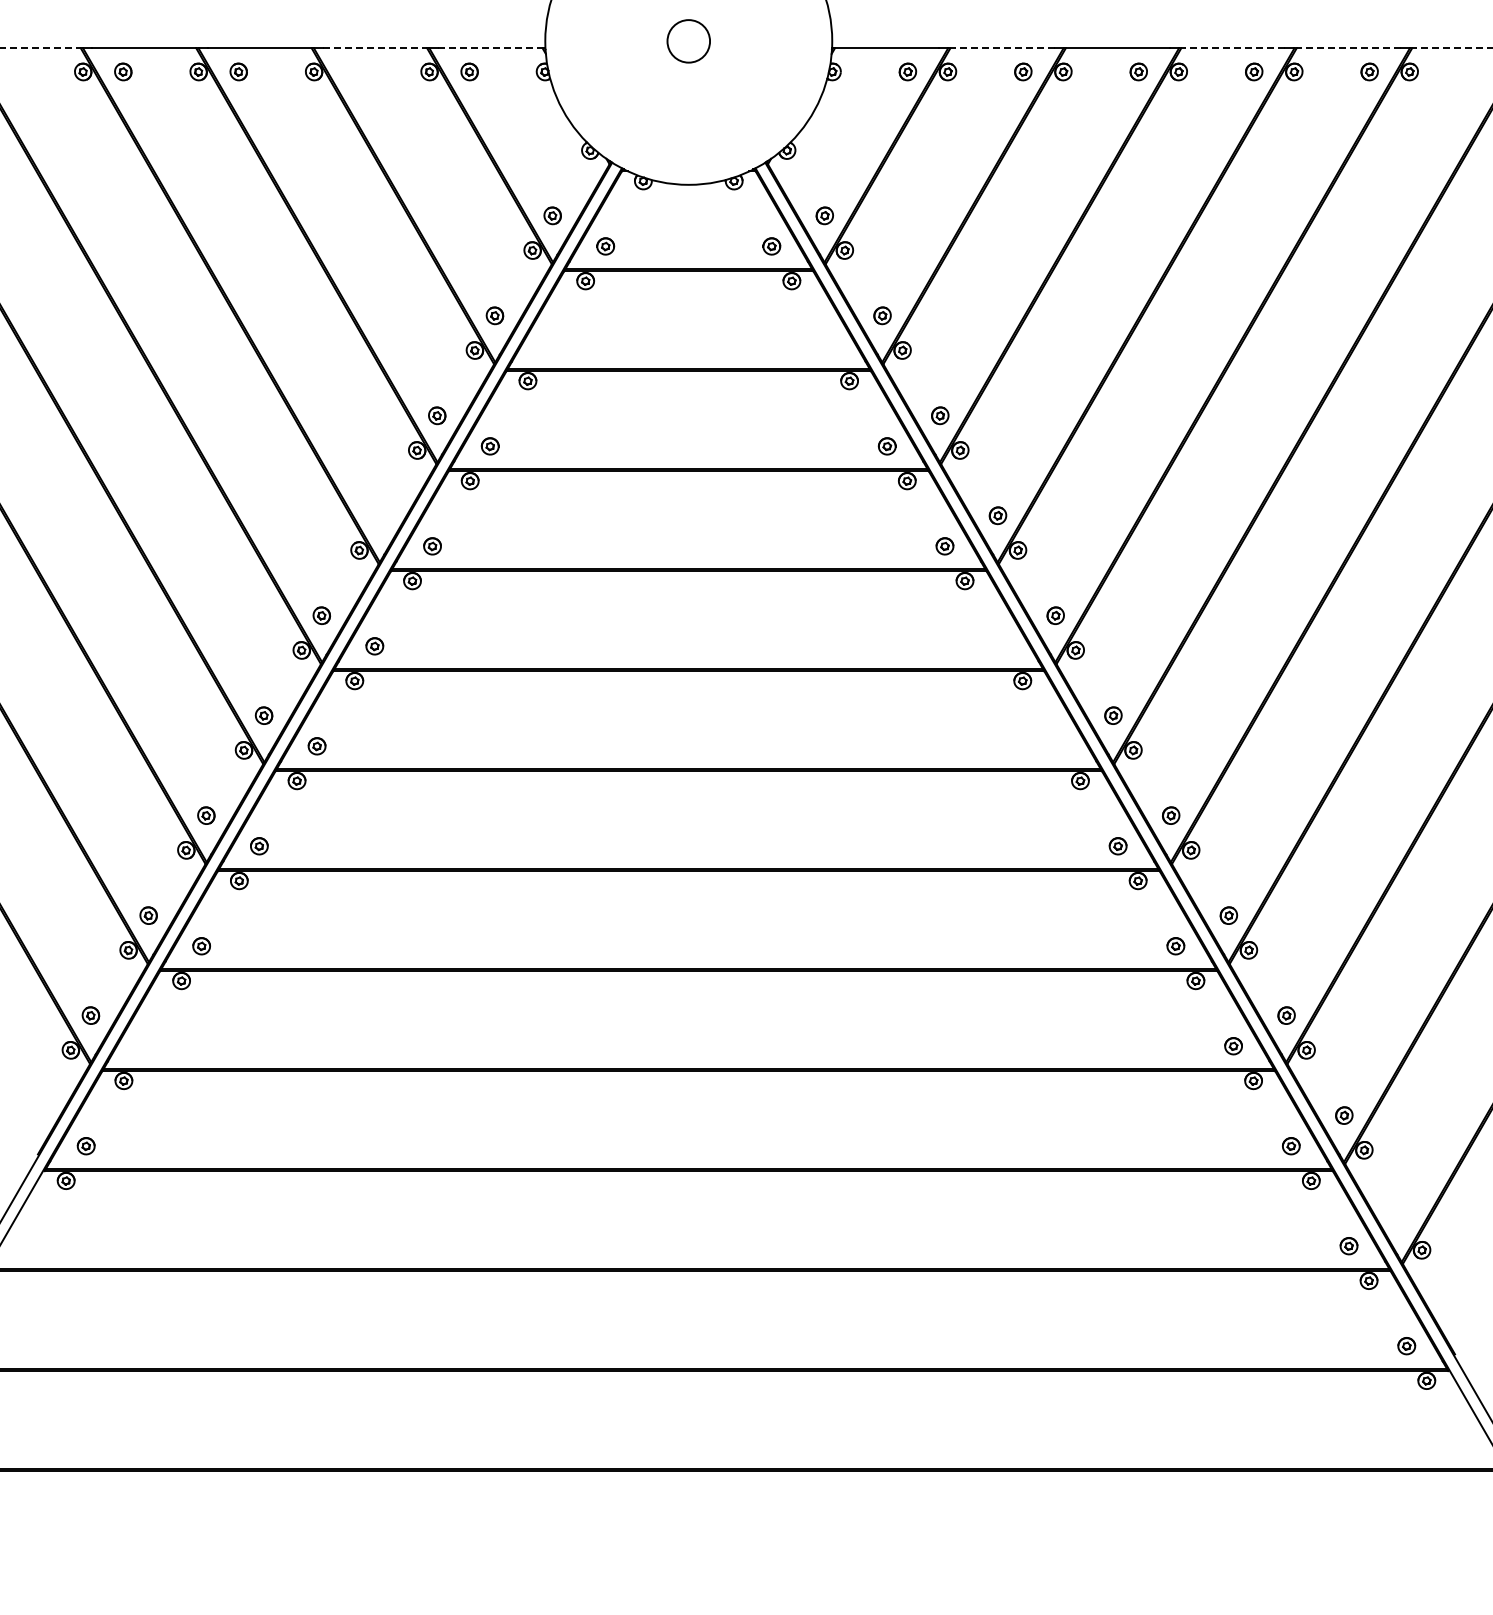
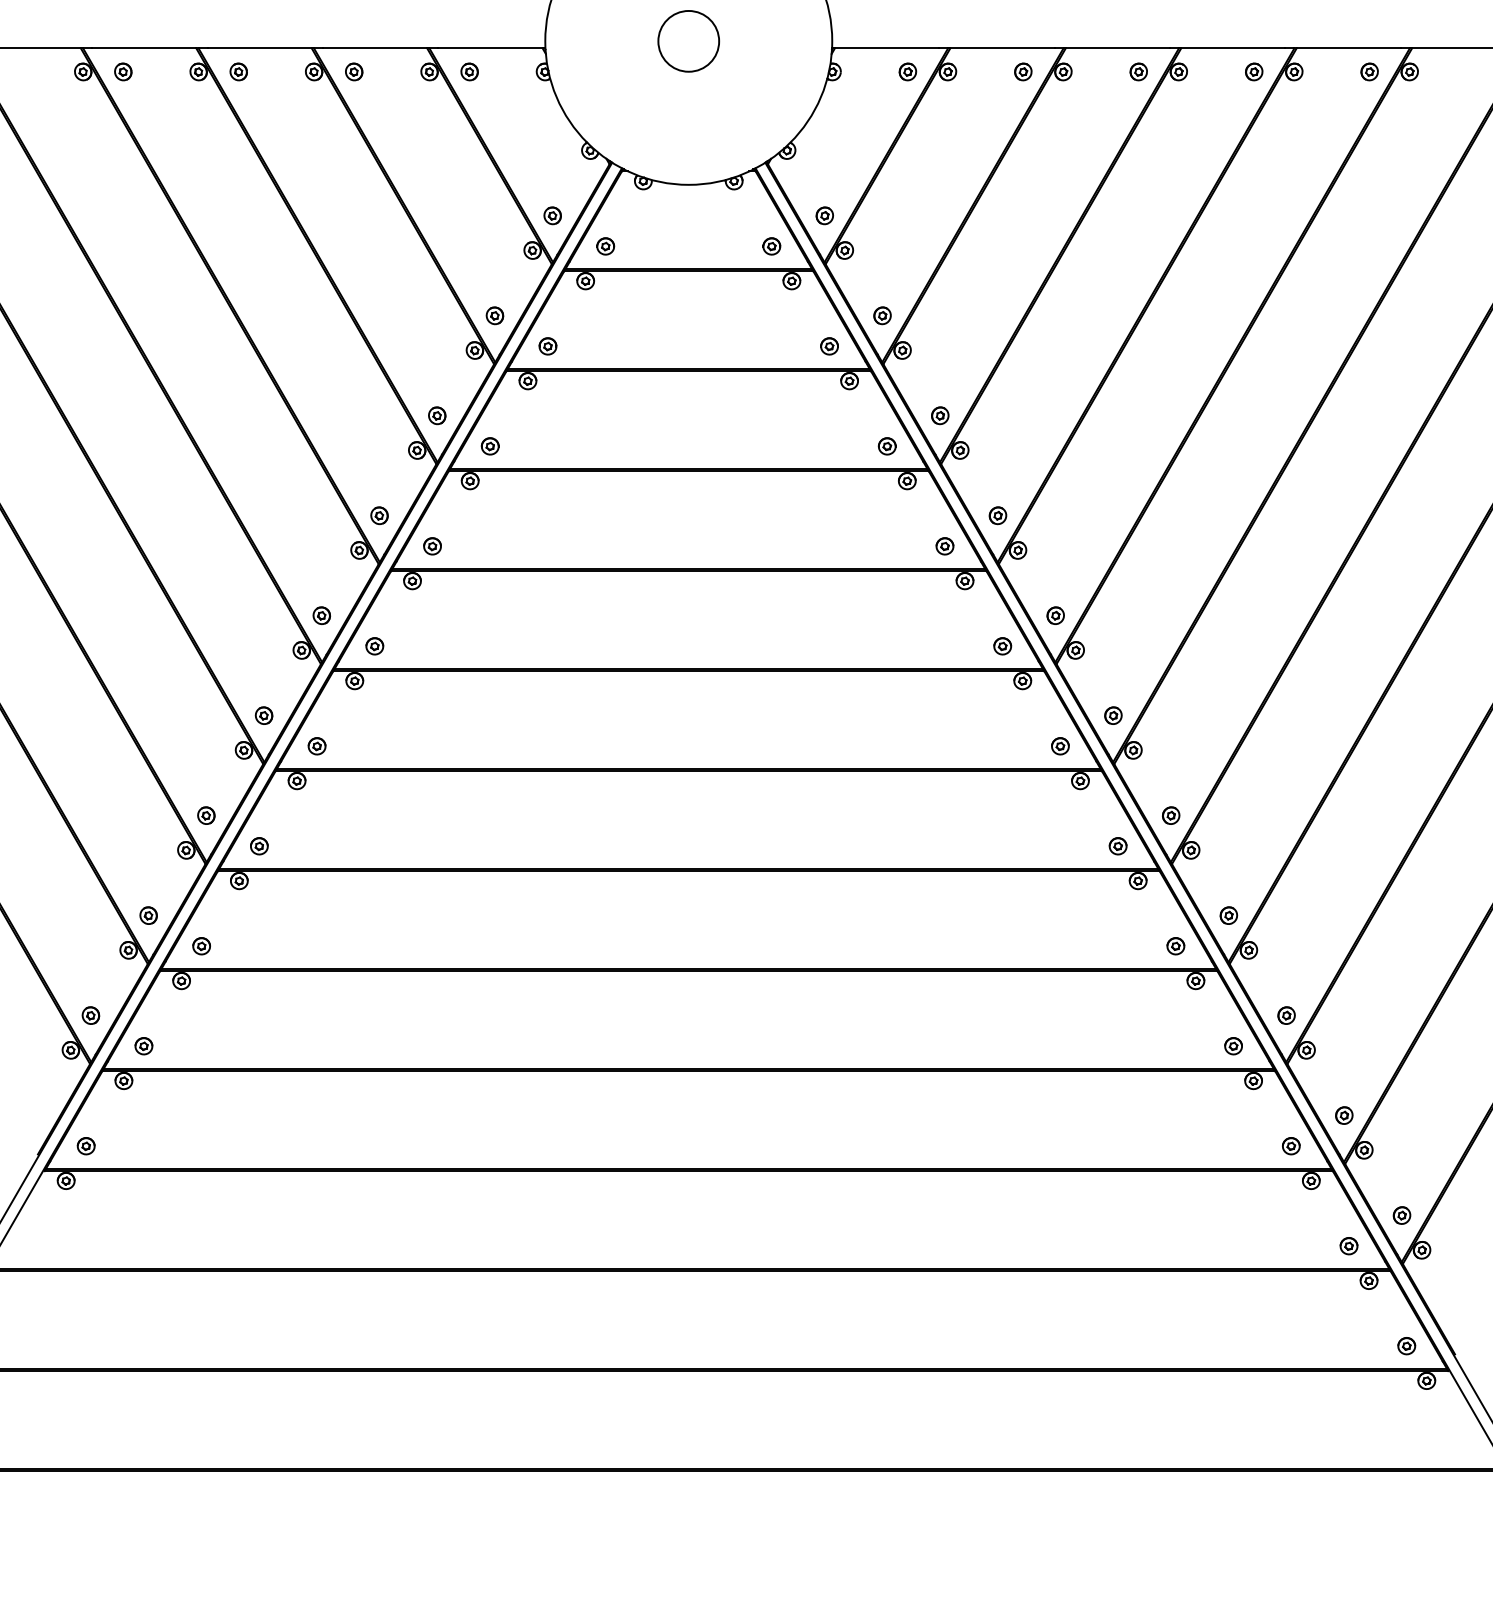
circle at (688, 41) diameter: 43 px -> 61 px
line at (41, 48): dashed -> solid
line at (375, 48): dashed -> solid
line at (491, 48): dashed -> solid
line at (1001, 48): dashed -> solid
line at (1232, 48): dashed -> solid
line at (1348, 48): dashed -> solid
line at (1451, 48): dashed -> solid
part at (354, 71): none -> present
part at (547, 346): none -> present
part at (829, 346): none -> present
part at (379, 515): none -> present
part at (1002, 646): none -> present
part at (1060, 746): none -> present
part at (143, 1046): none -> present
part at (1401, 1215): none -> present
